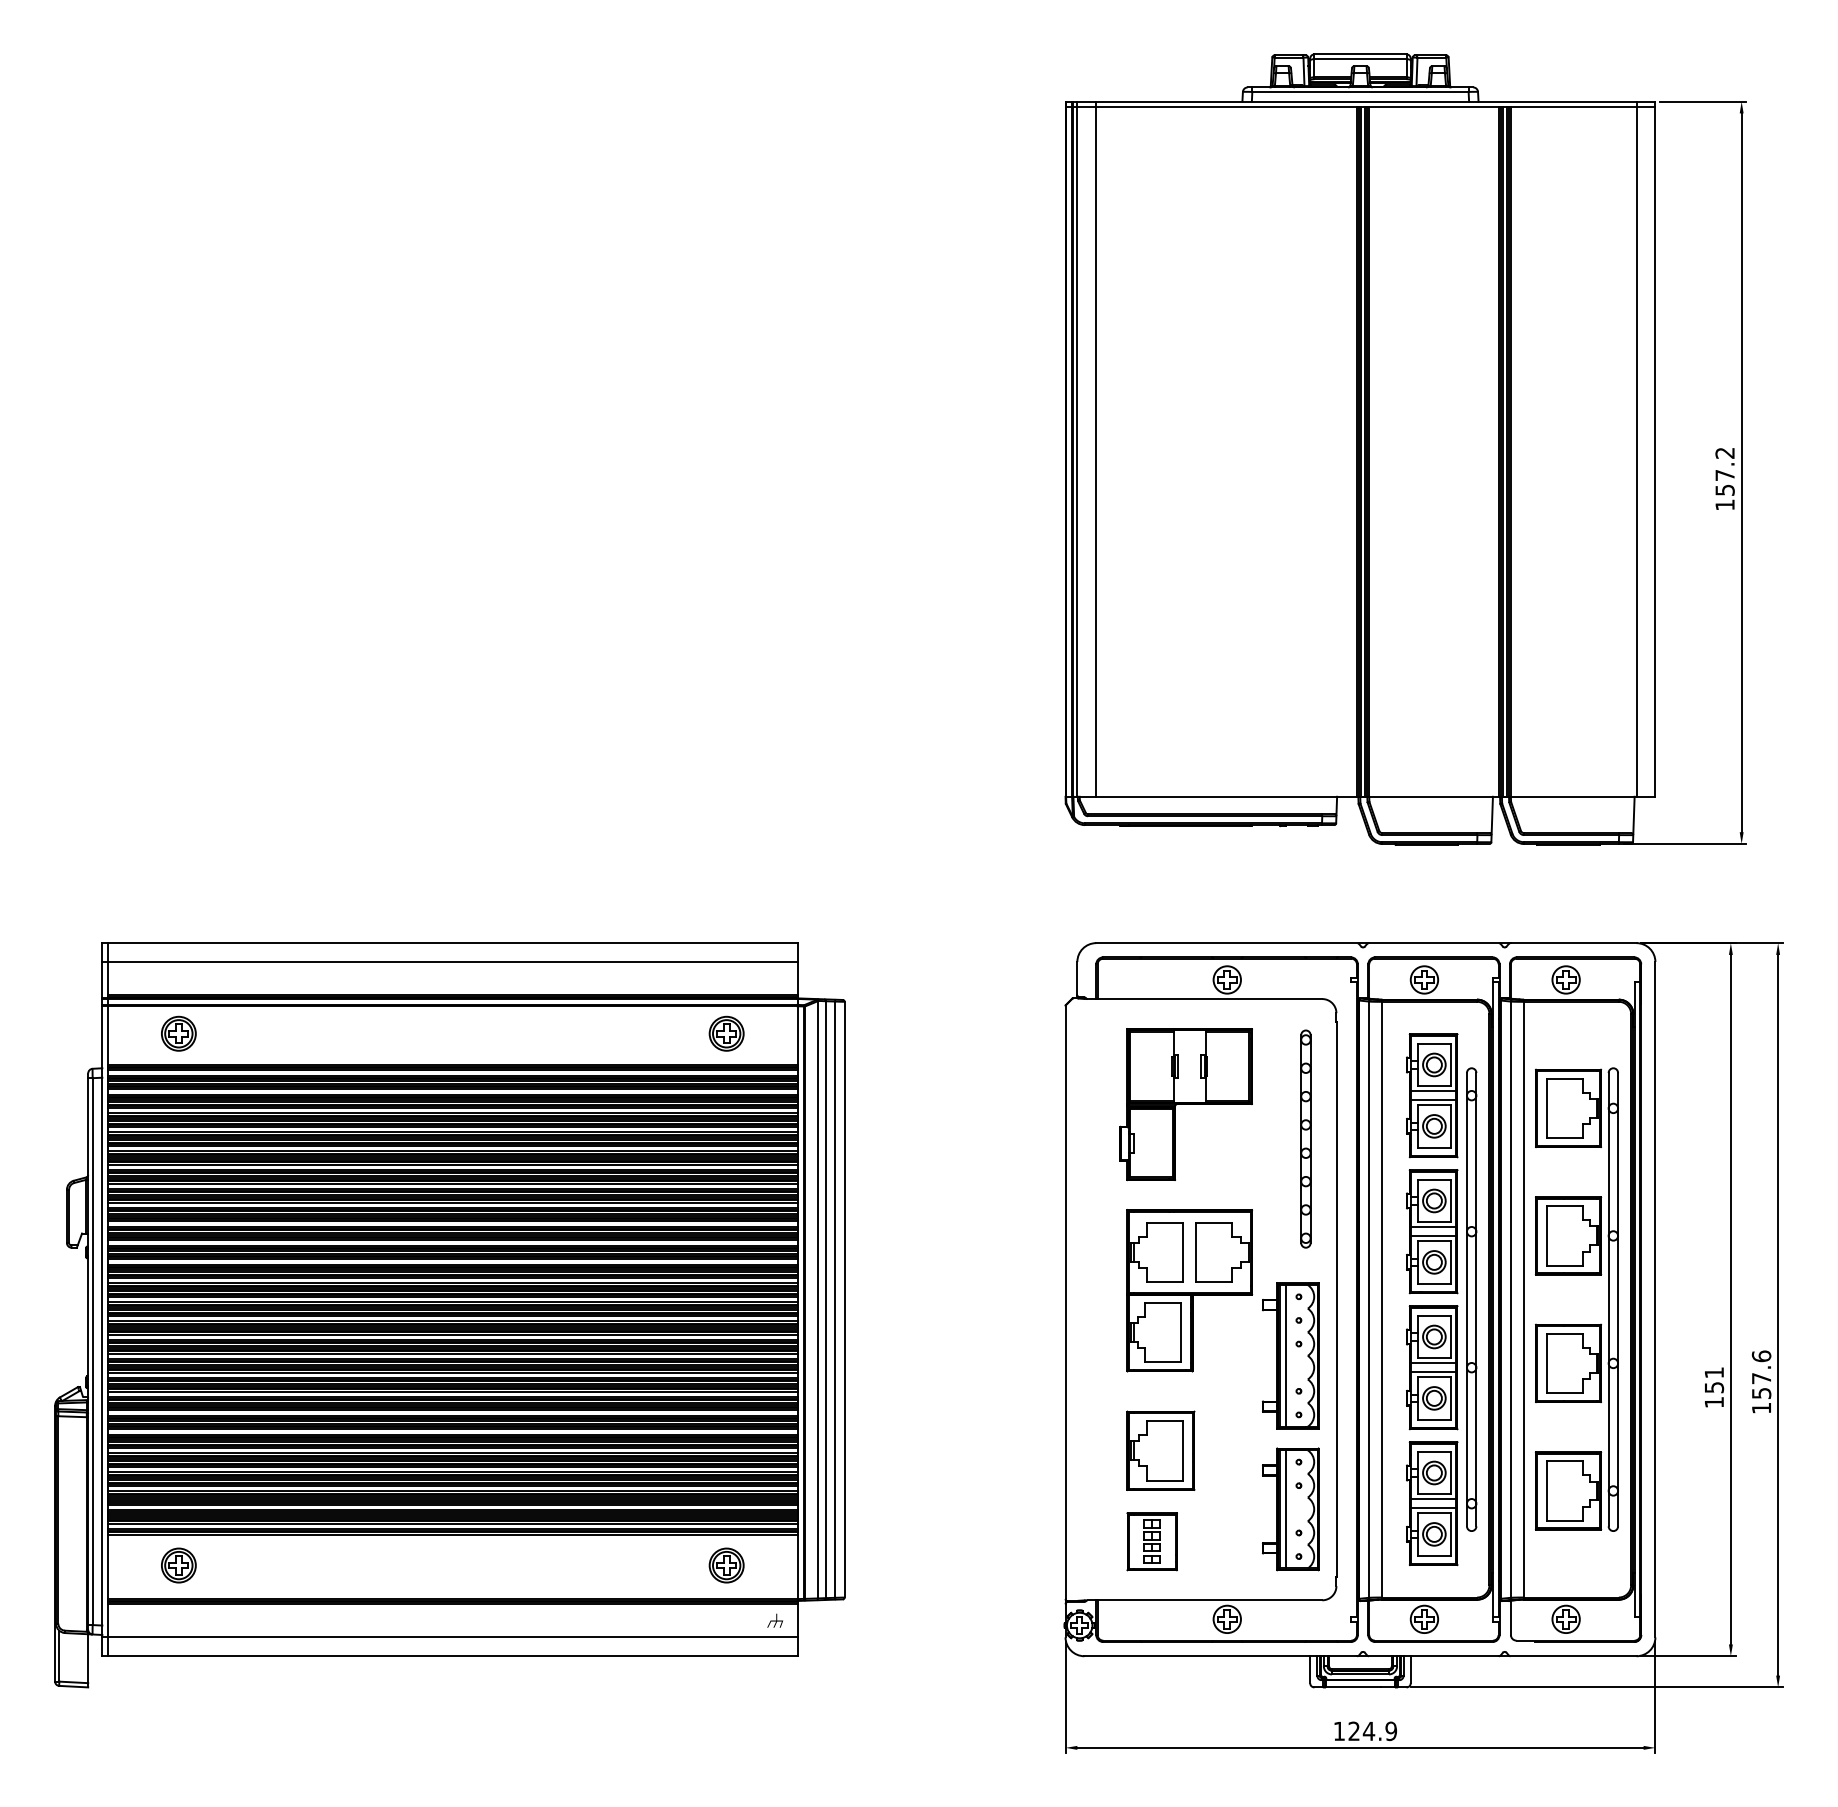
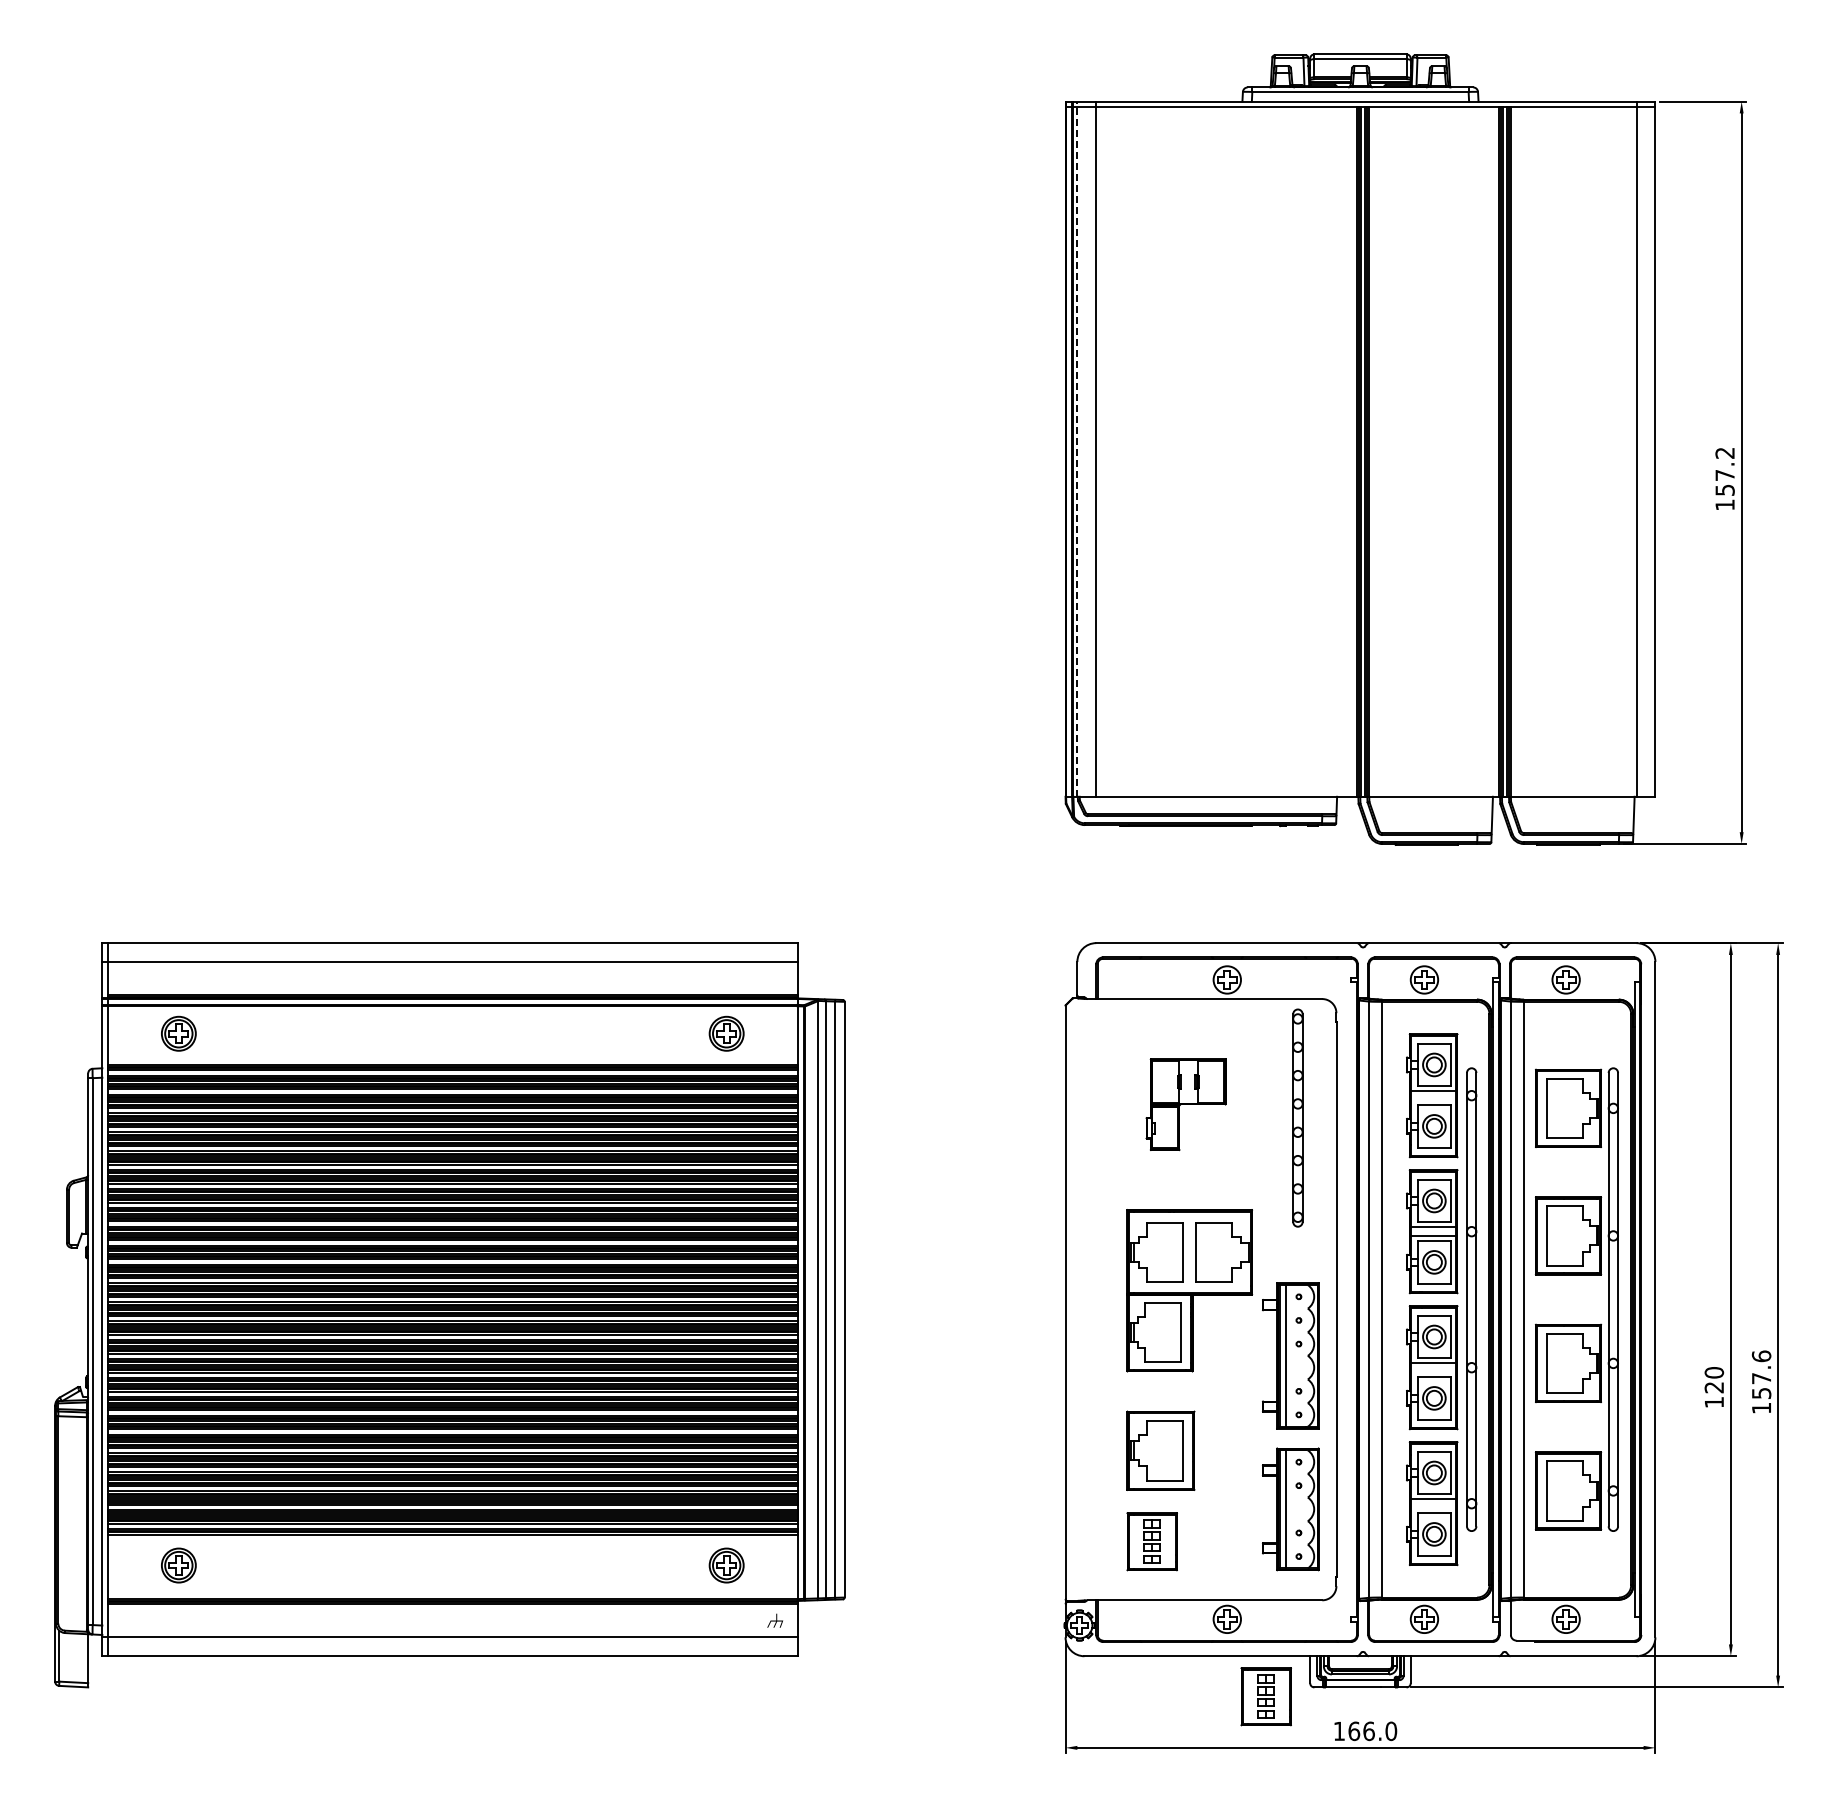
line at (1077, 449): solid -> dashed
line at (1433, 1100): present -> none
part at (1185, 1104) size: 134x154 px -> 82x94 px
part at (1305, 1138) position: (1305, 1138) -> (1297, 1117)
line at (1433, 1372): present -> none
text at (1714, 1380): 151 -> 120
line at (1433, 1508): present -> none
part at (1265, 1696): none -> present
text at (1372, 1731): 124.9 -> 166.0
